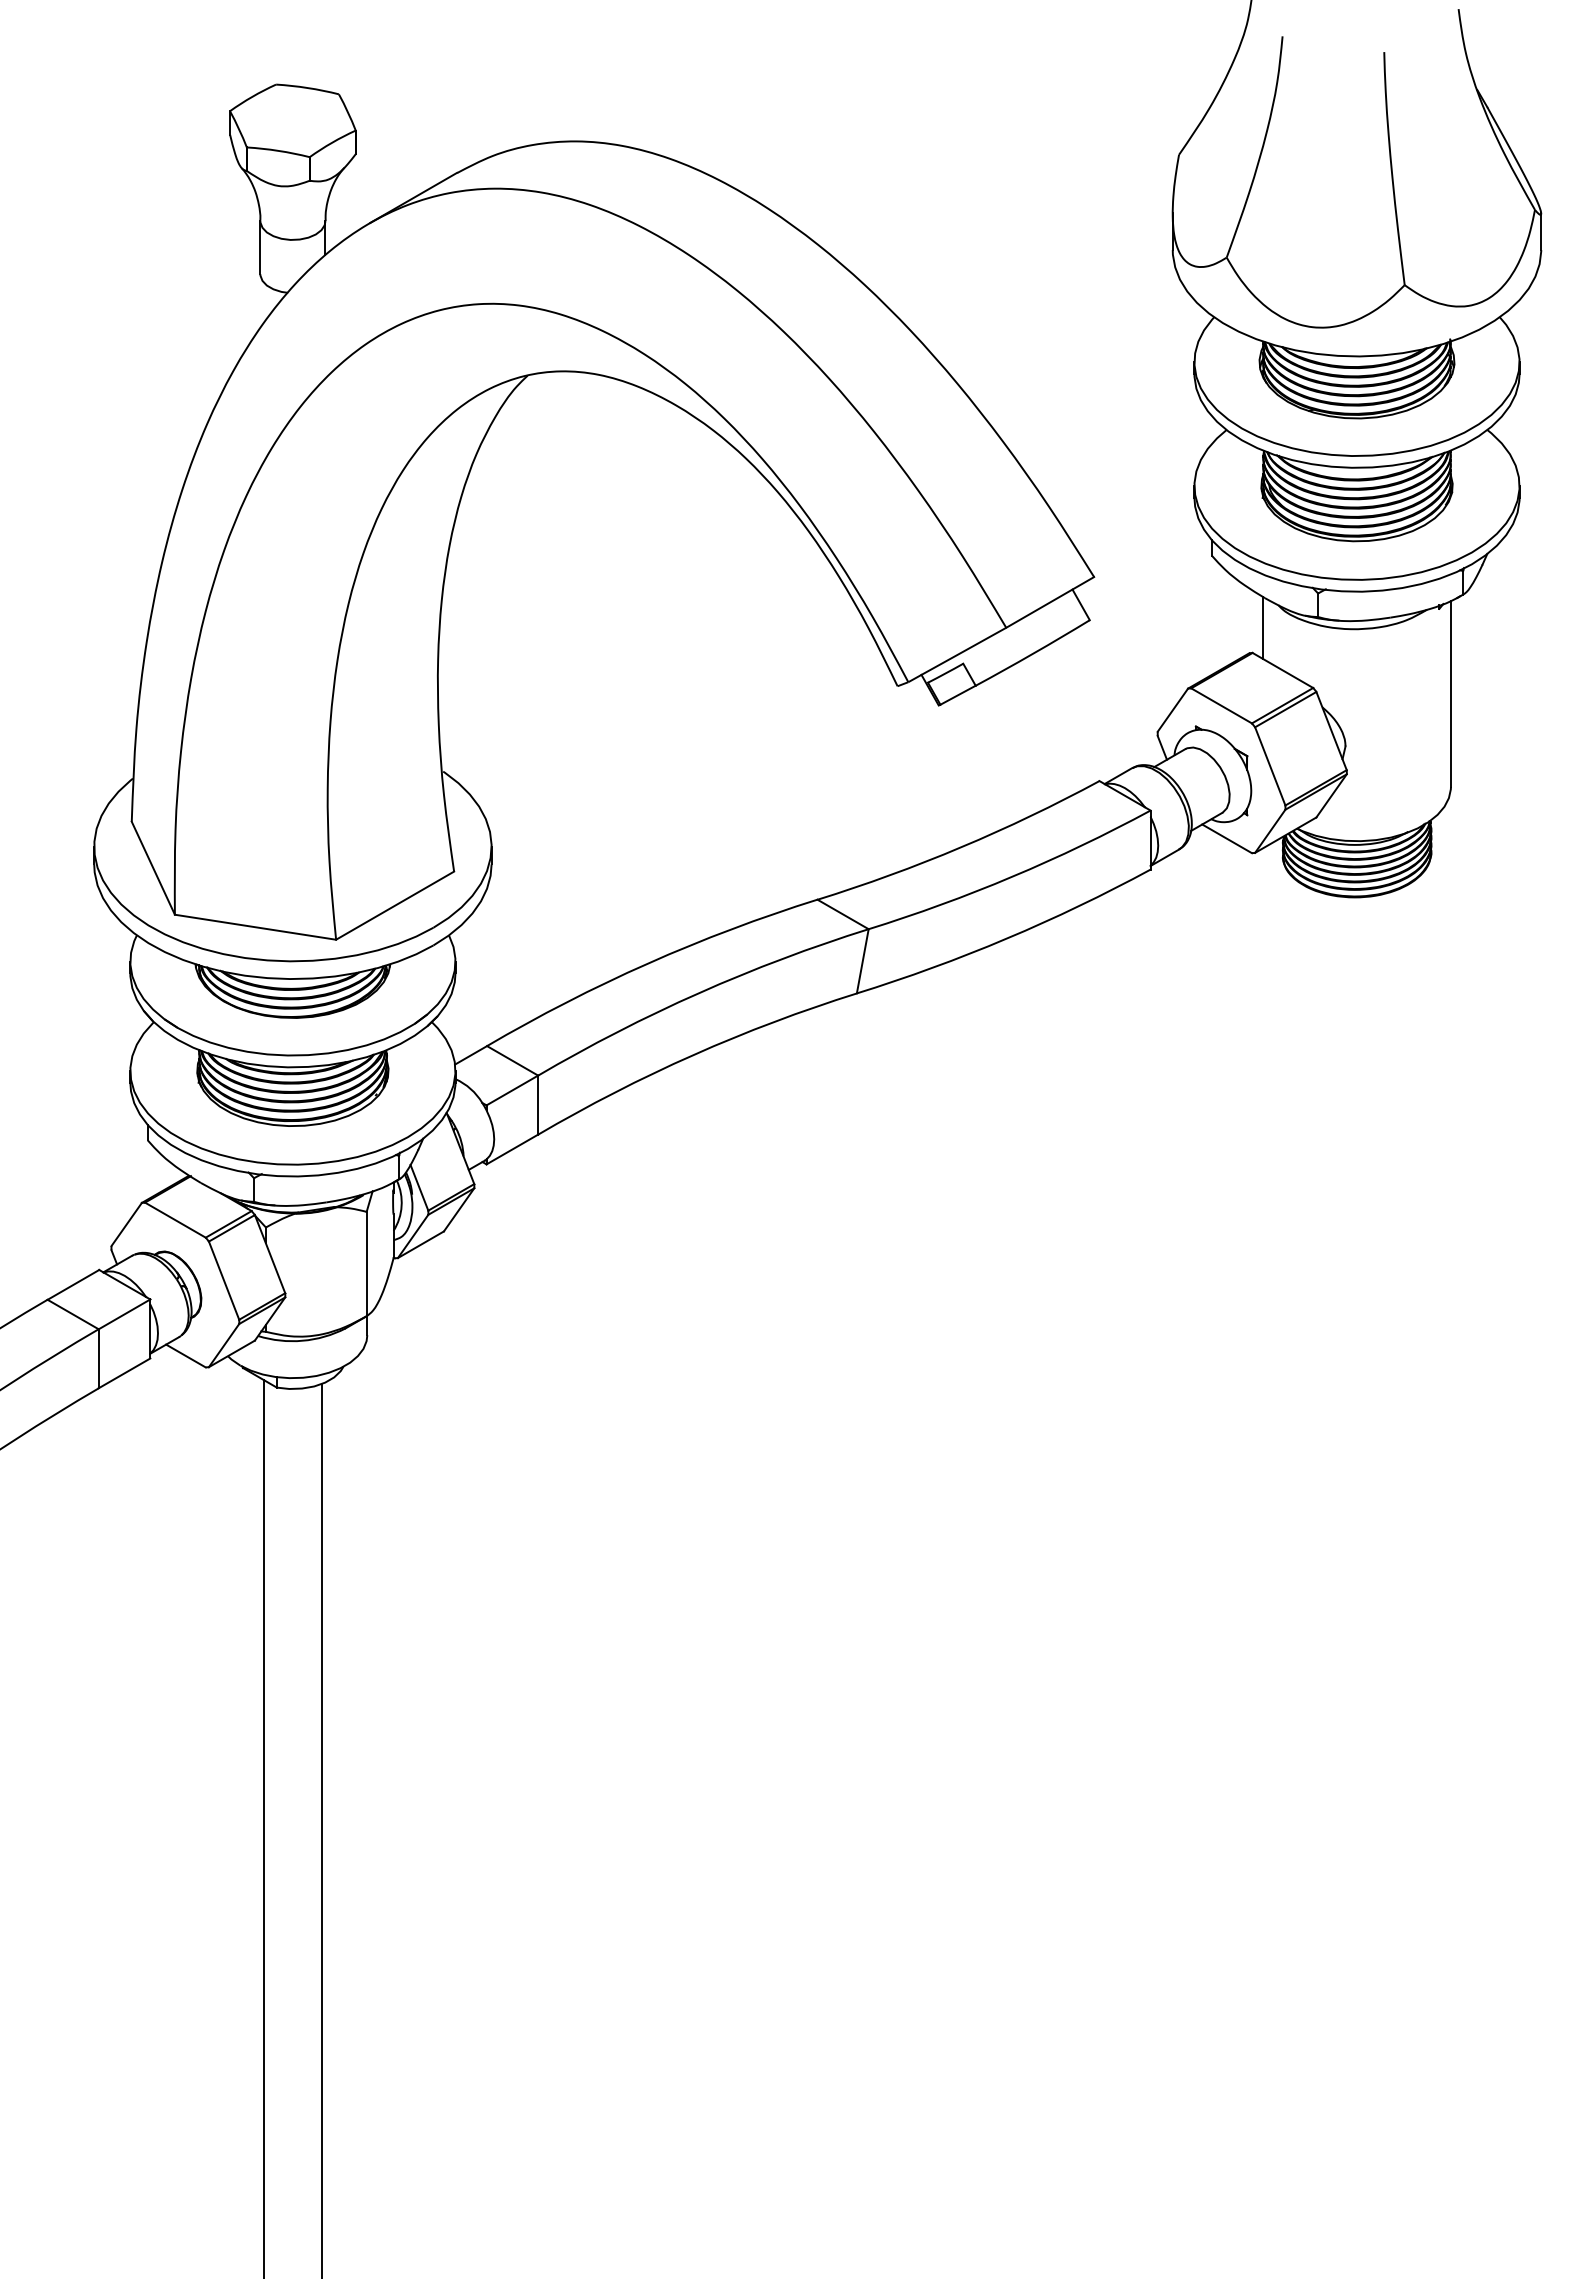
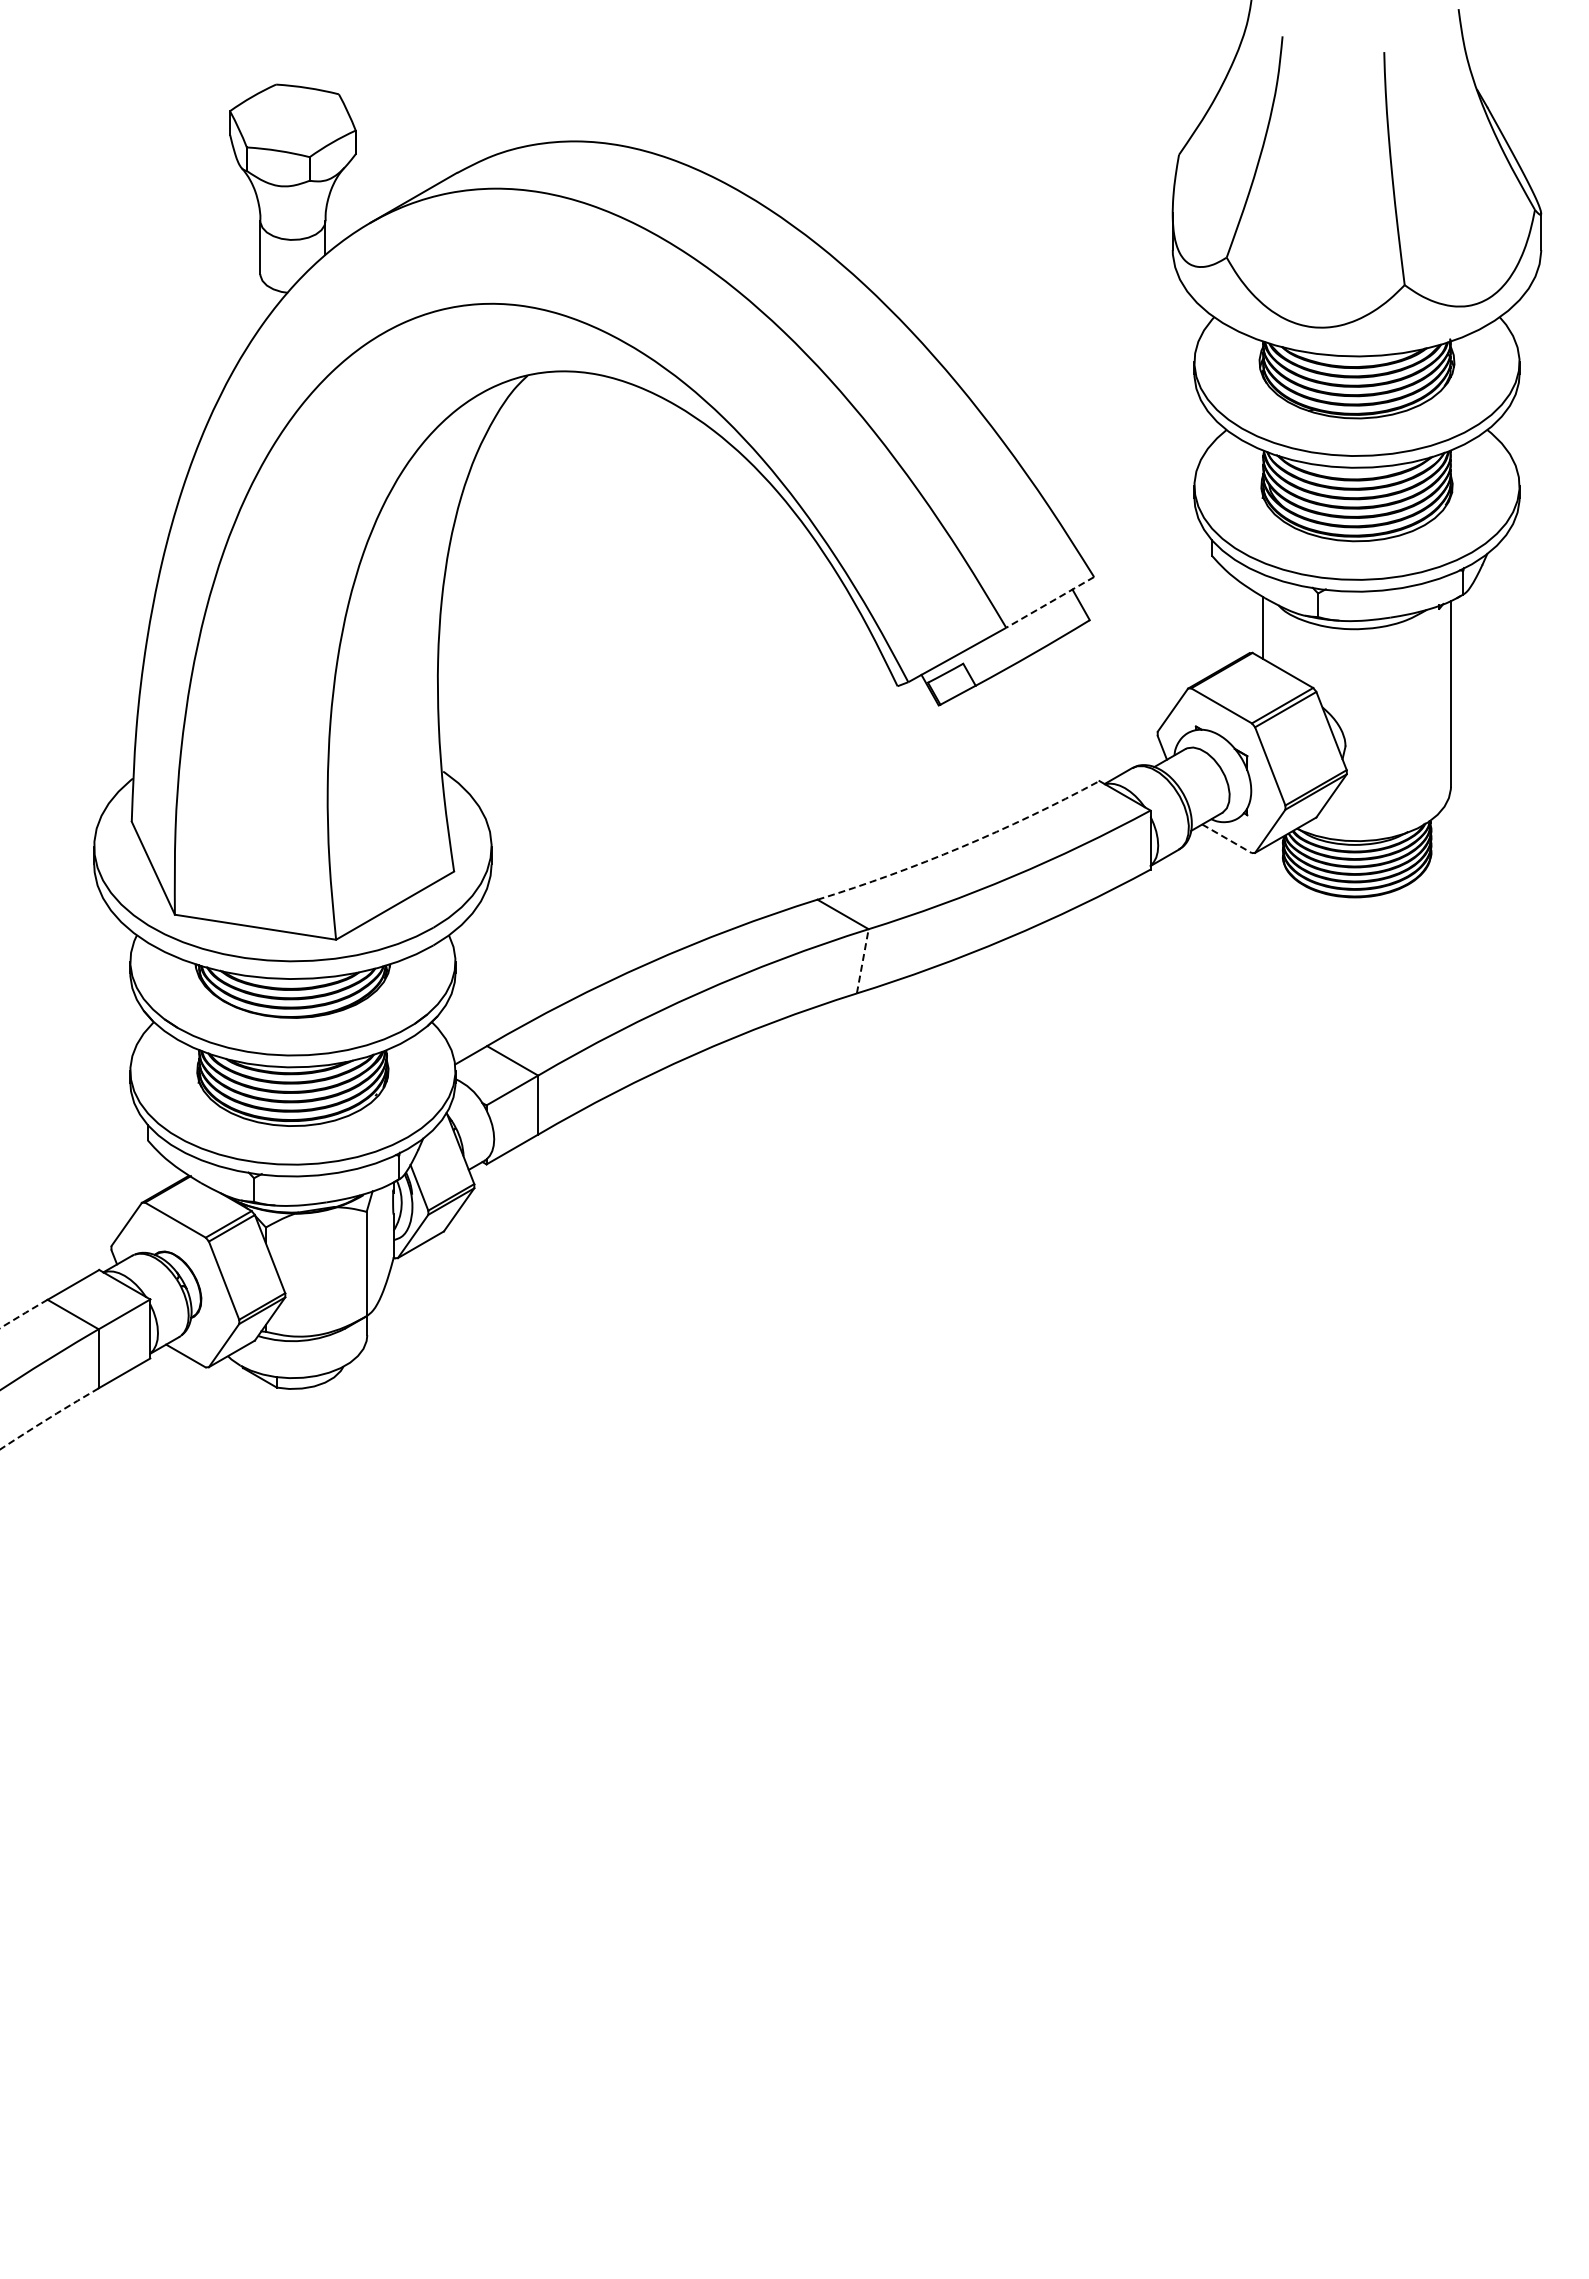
line at (1050, 602): solid -> dashed
line at (1227, 838): solid -> dashed
arc at (961, 847): solid -> dashed
line at (862, 961): solid -> dashed
arc at (23, 1314): solid -> dashed
arc at (49, 1418): solid -> dashed
line at (264, 1827): present -> none
line at (321, 1829): present -> none
